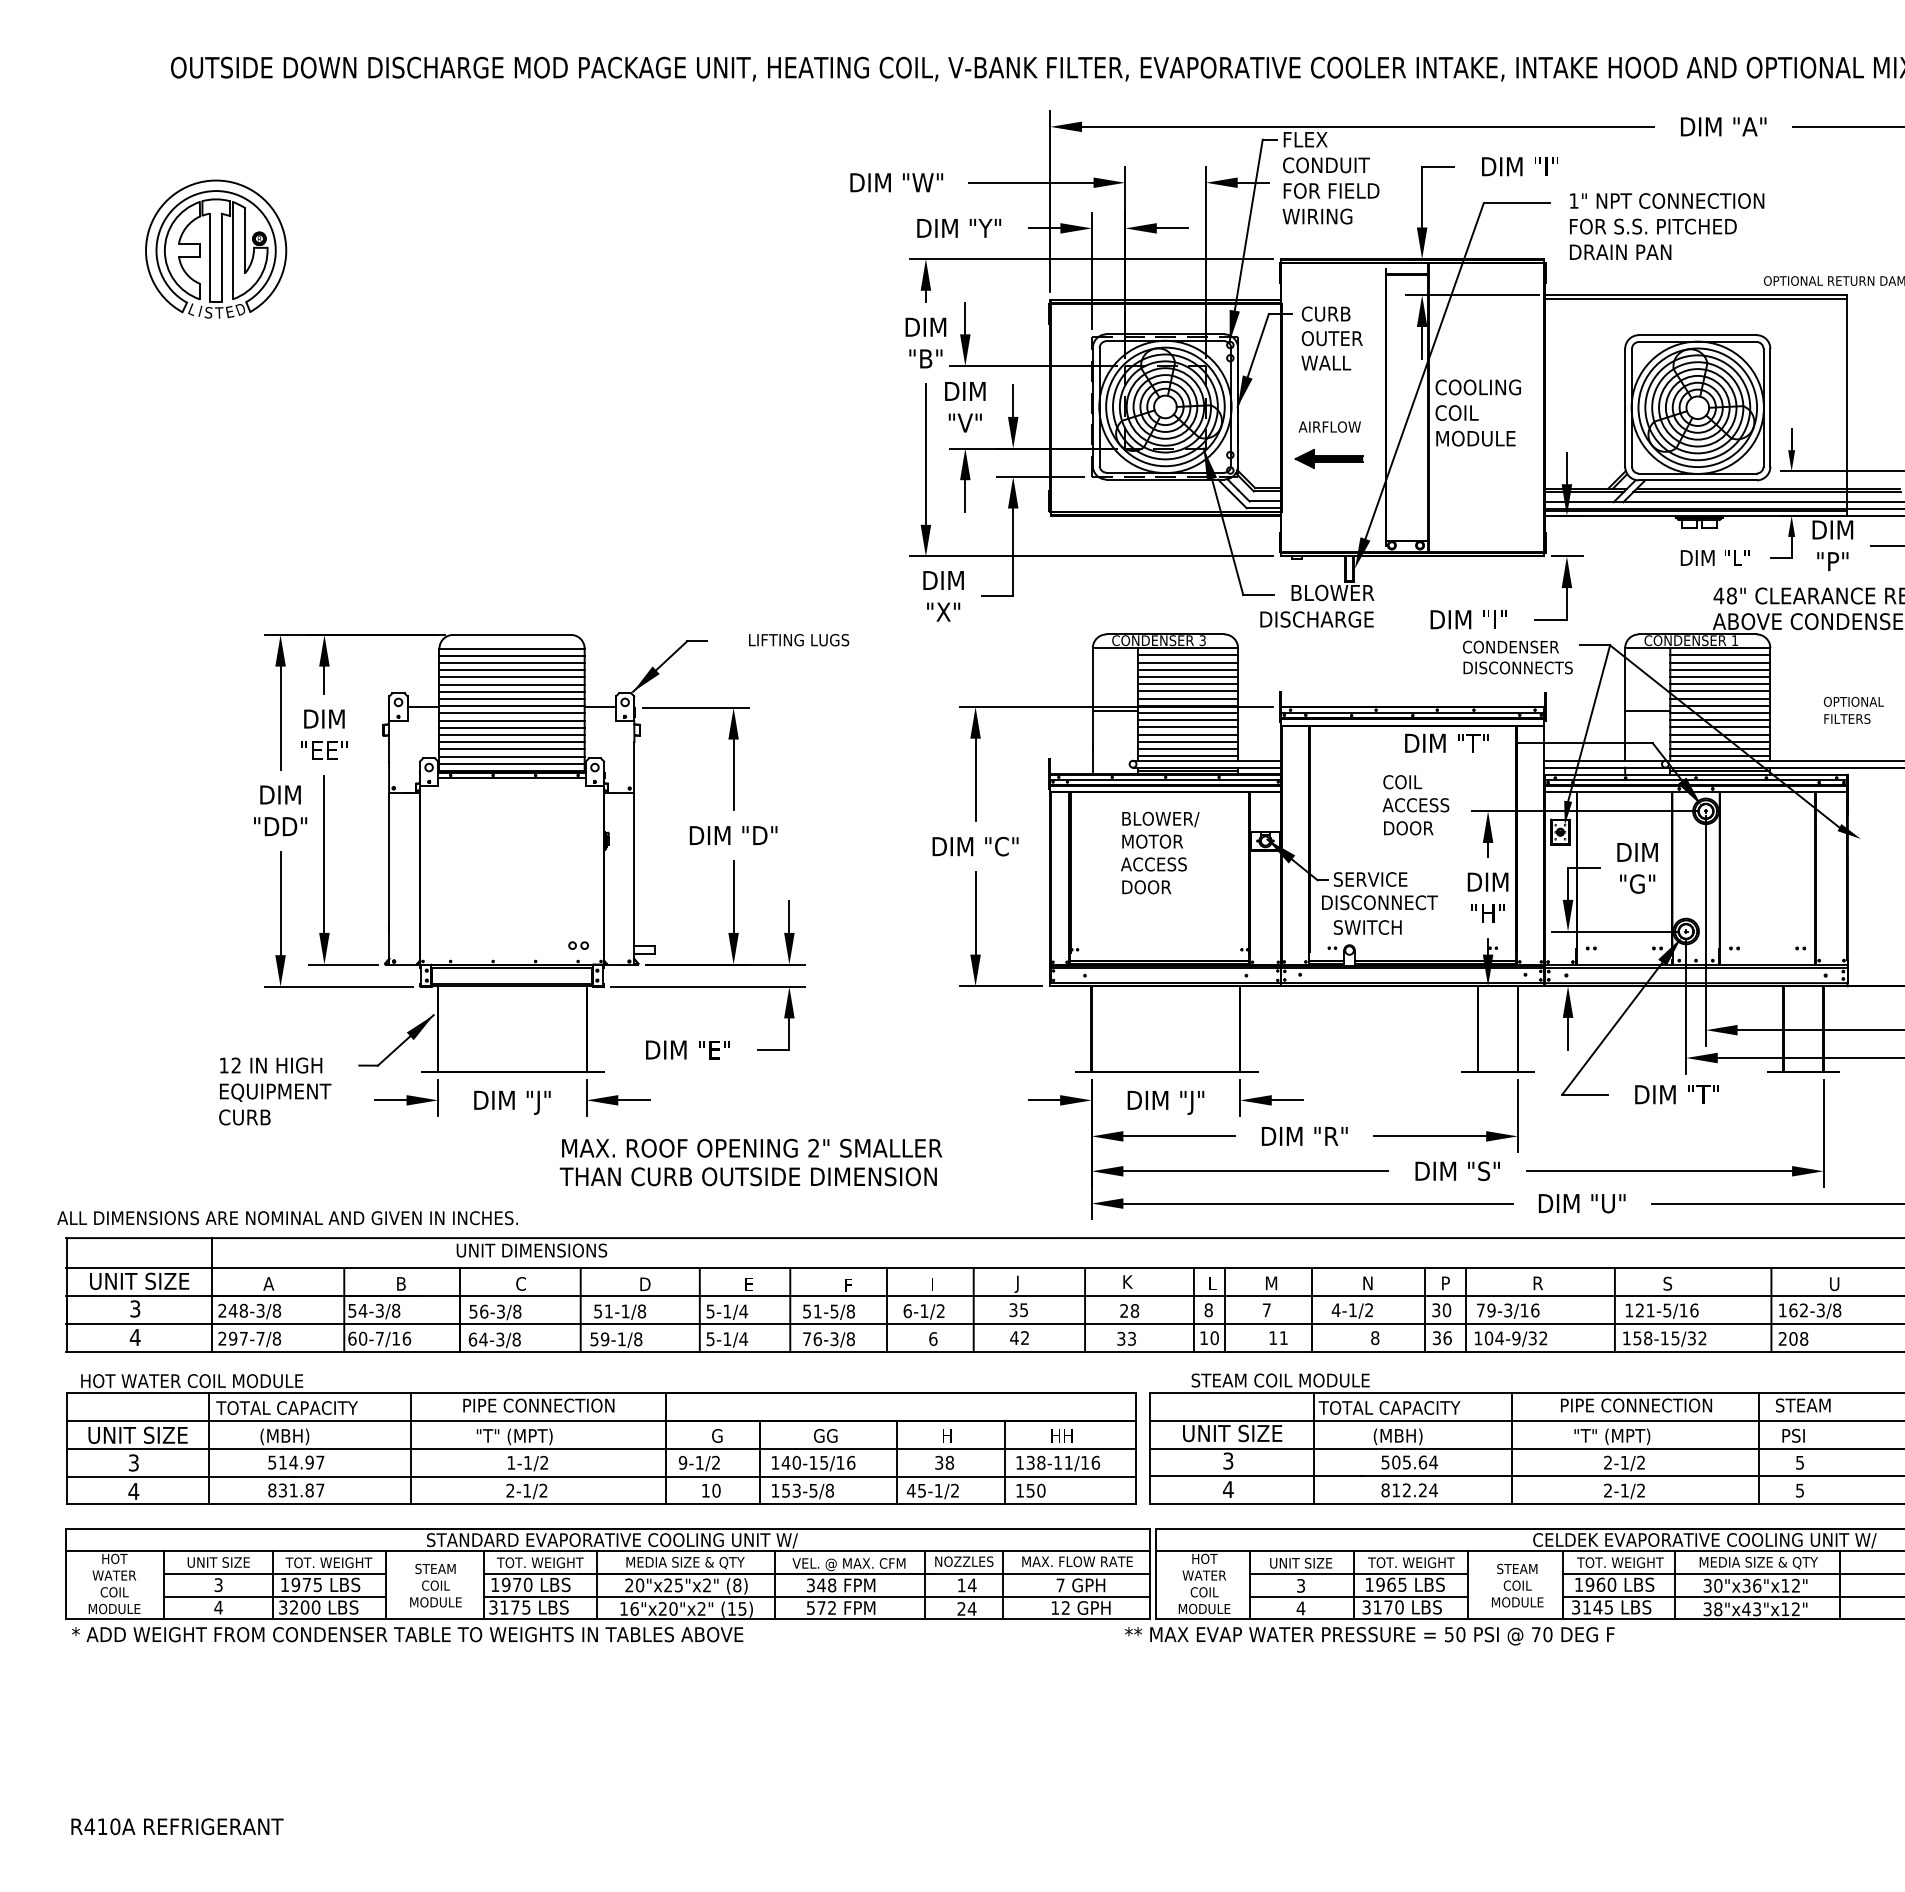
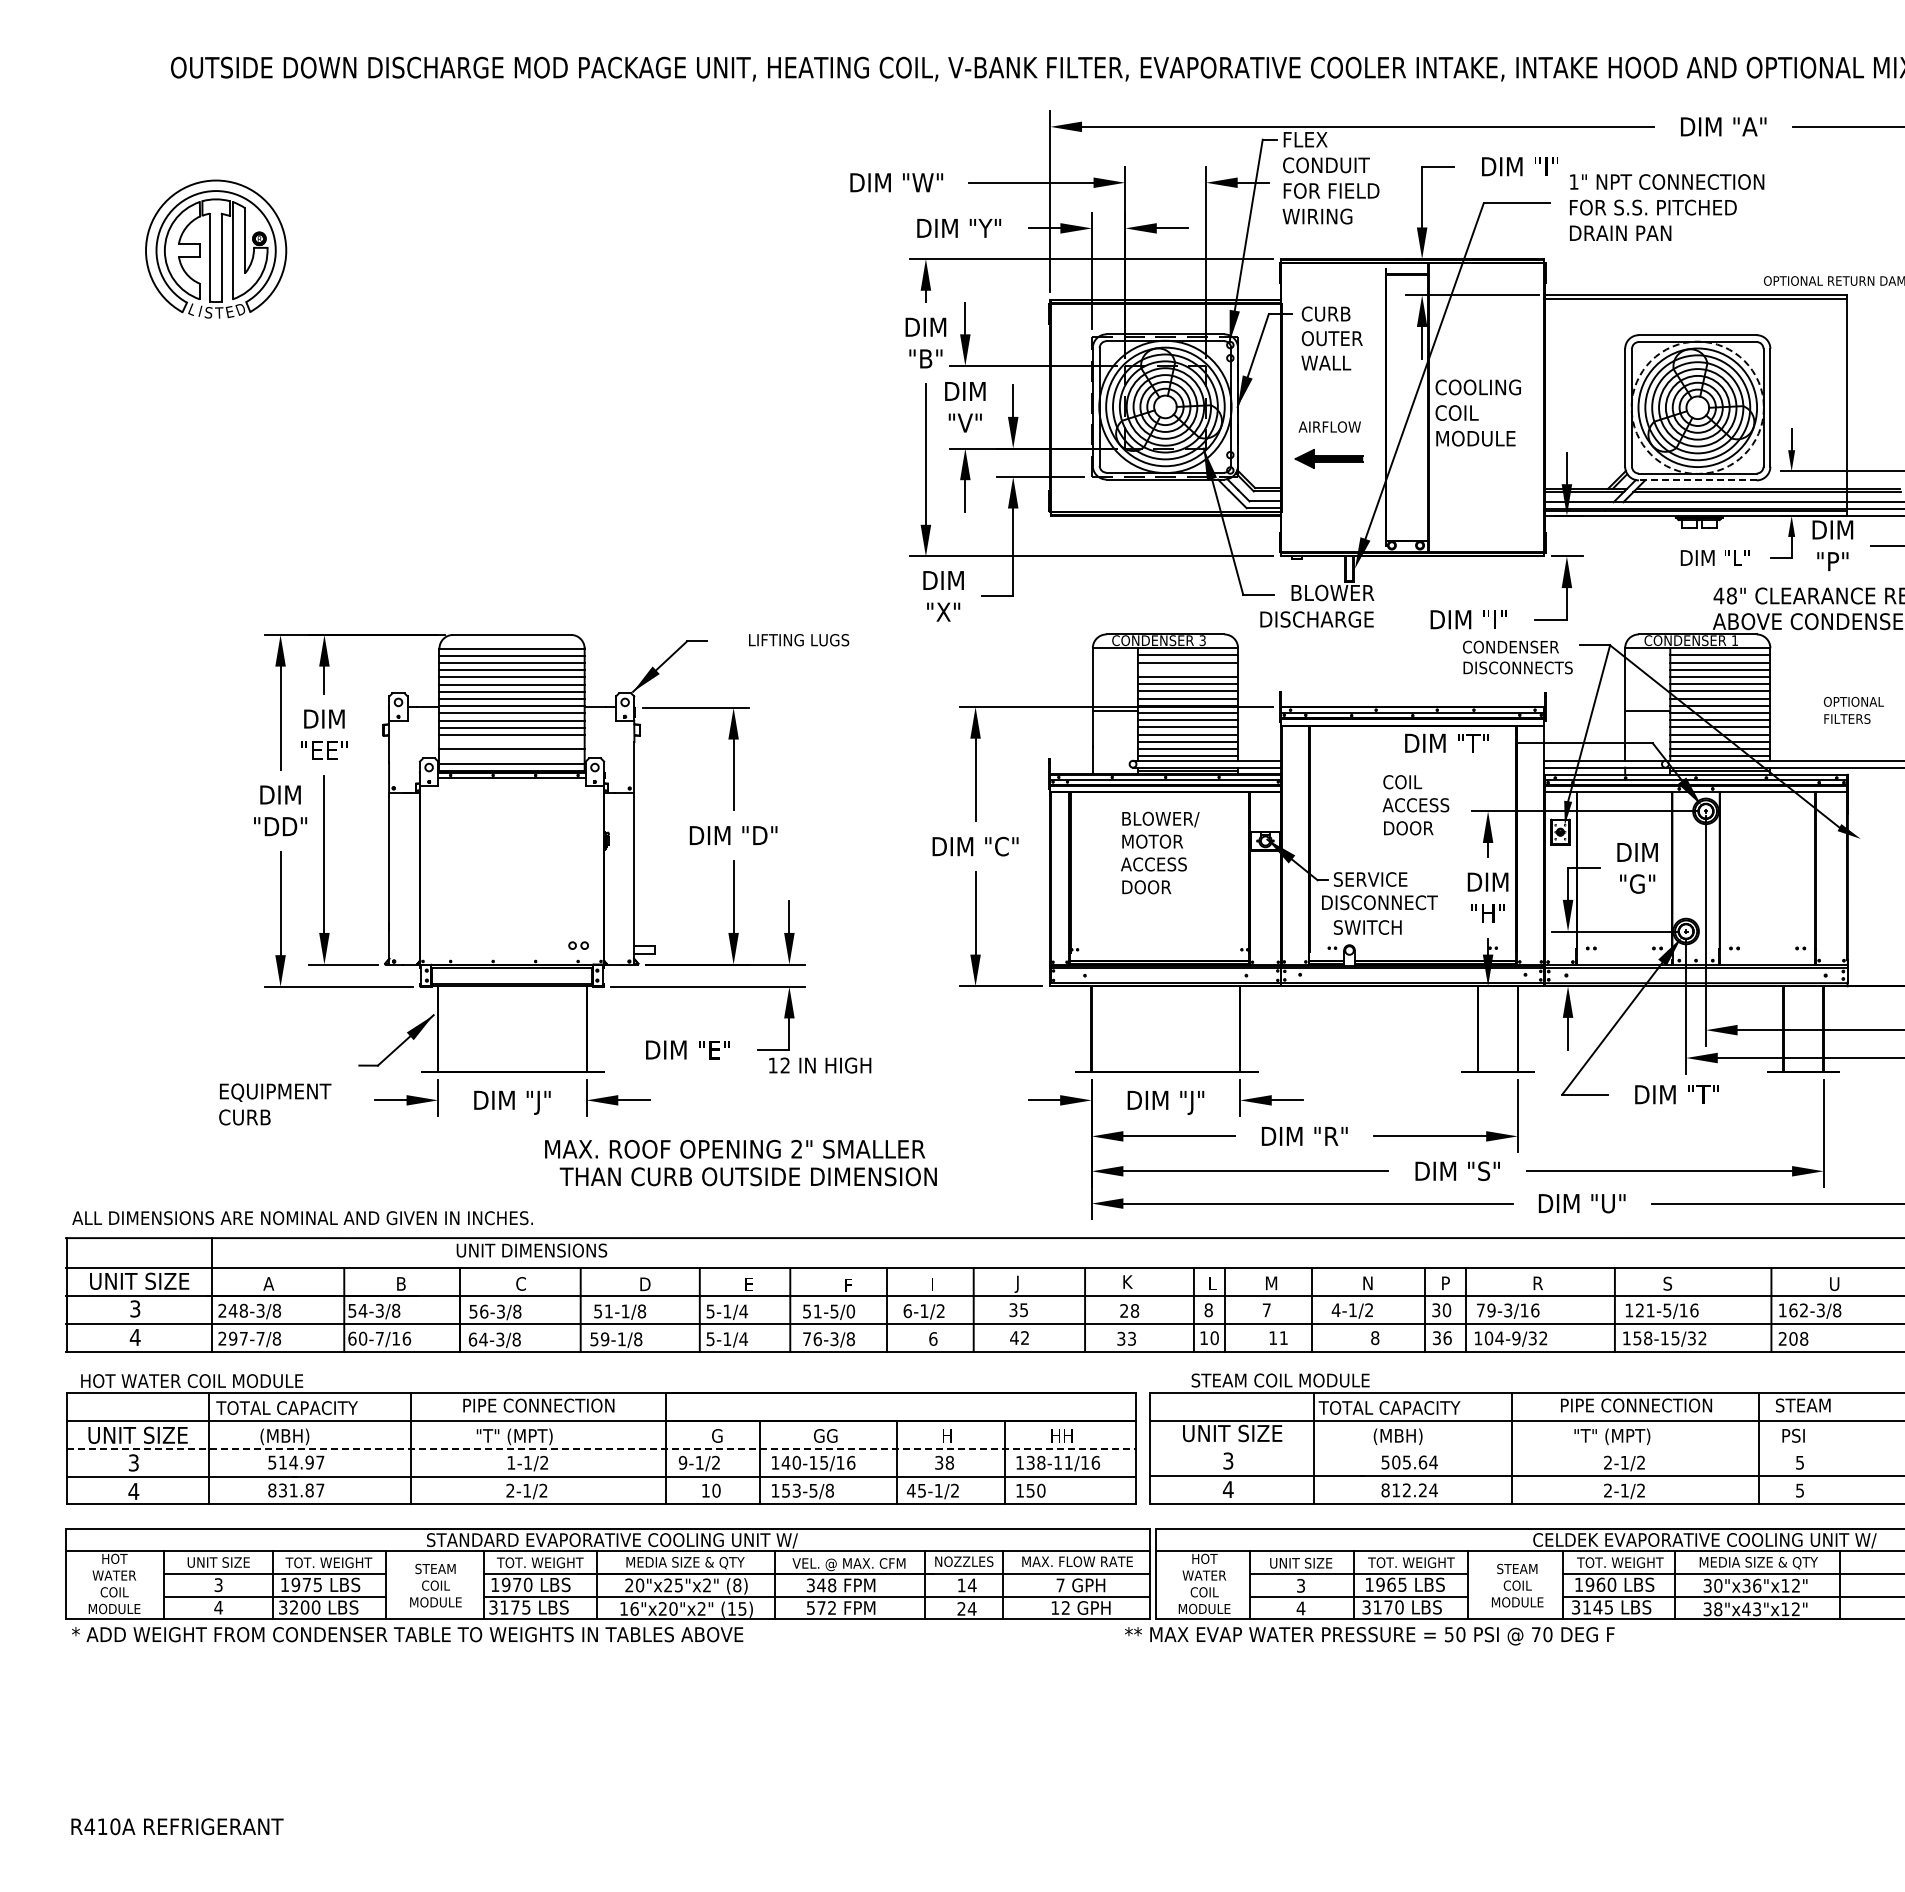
text at (1667, 226) position: (1667, 226) -> (1667, 207)
circle at (1697, 407): solid -> dashed
line at (1697, 480): solid -> dashed
line at (1187, 669): present -> none
line at (511, 742): present -> none
line at (511, 756): present -> none
text at (271, 1065) position: (271, 1065) -> (820, 1065)
text at (752, 1147) position: (752, 1147) -> (735, 1148)
text at (287, 1218) position: (287, 1218) -> (302, 1218)
text at (850, 1311): 51-5/8 -> 51-5/0
line at (601, 1448): solid -> dashed
line at (1525, 1448): present -> none
